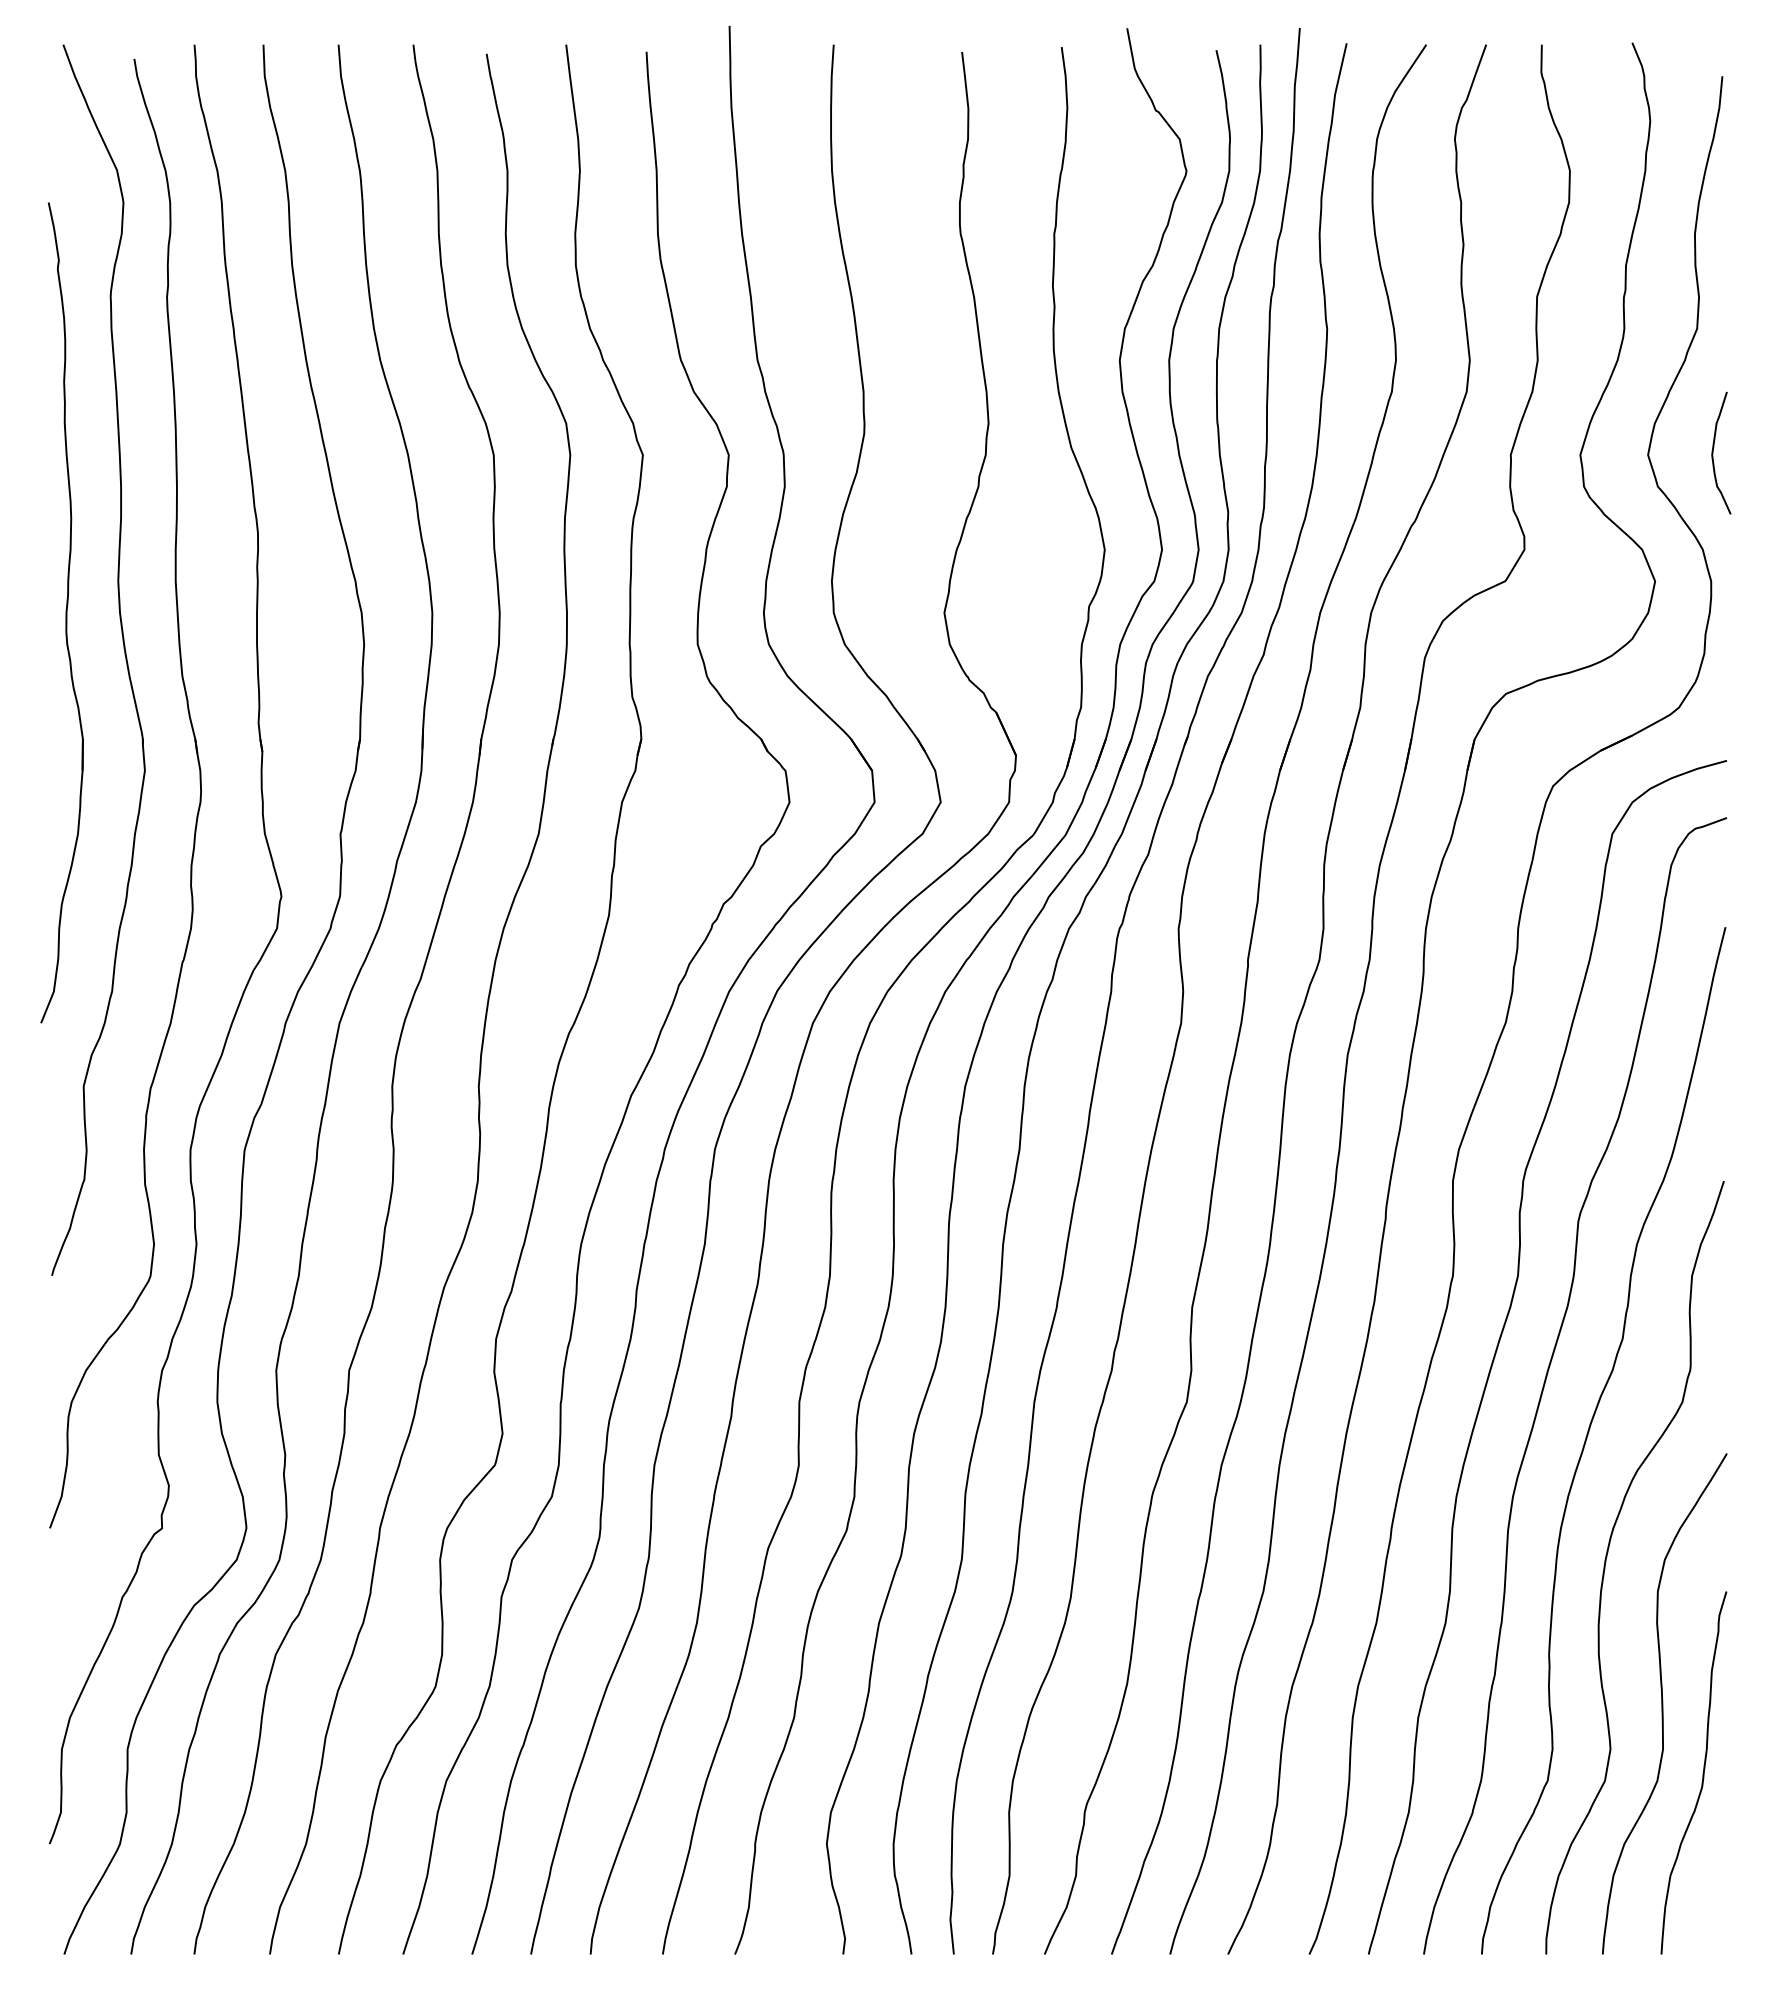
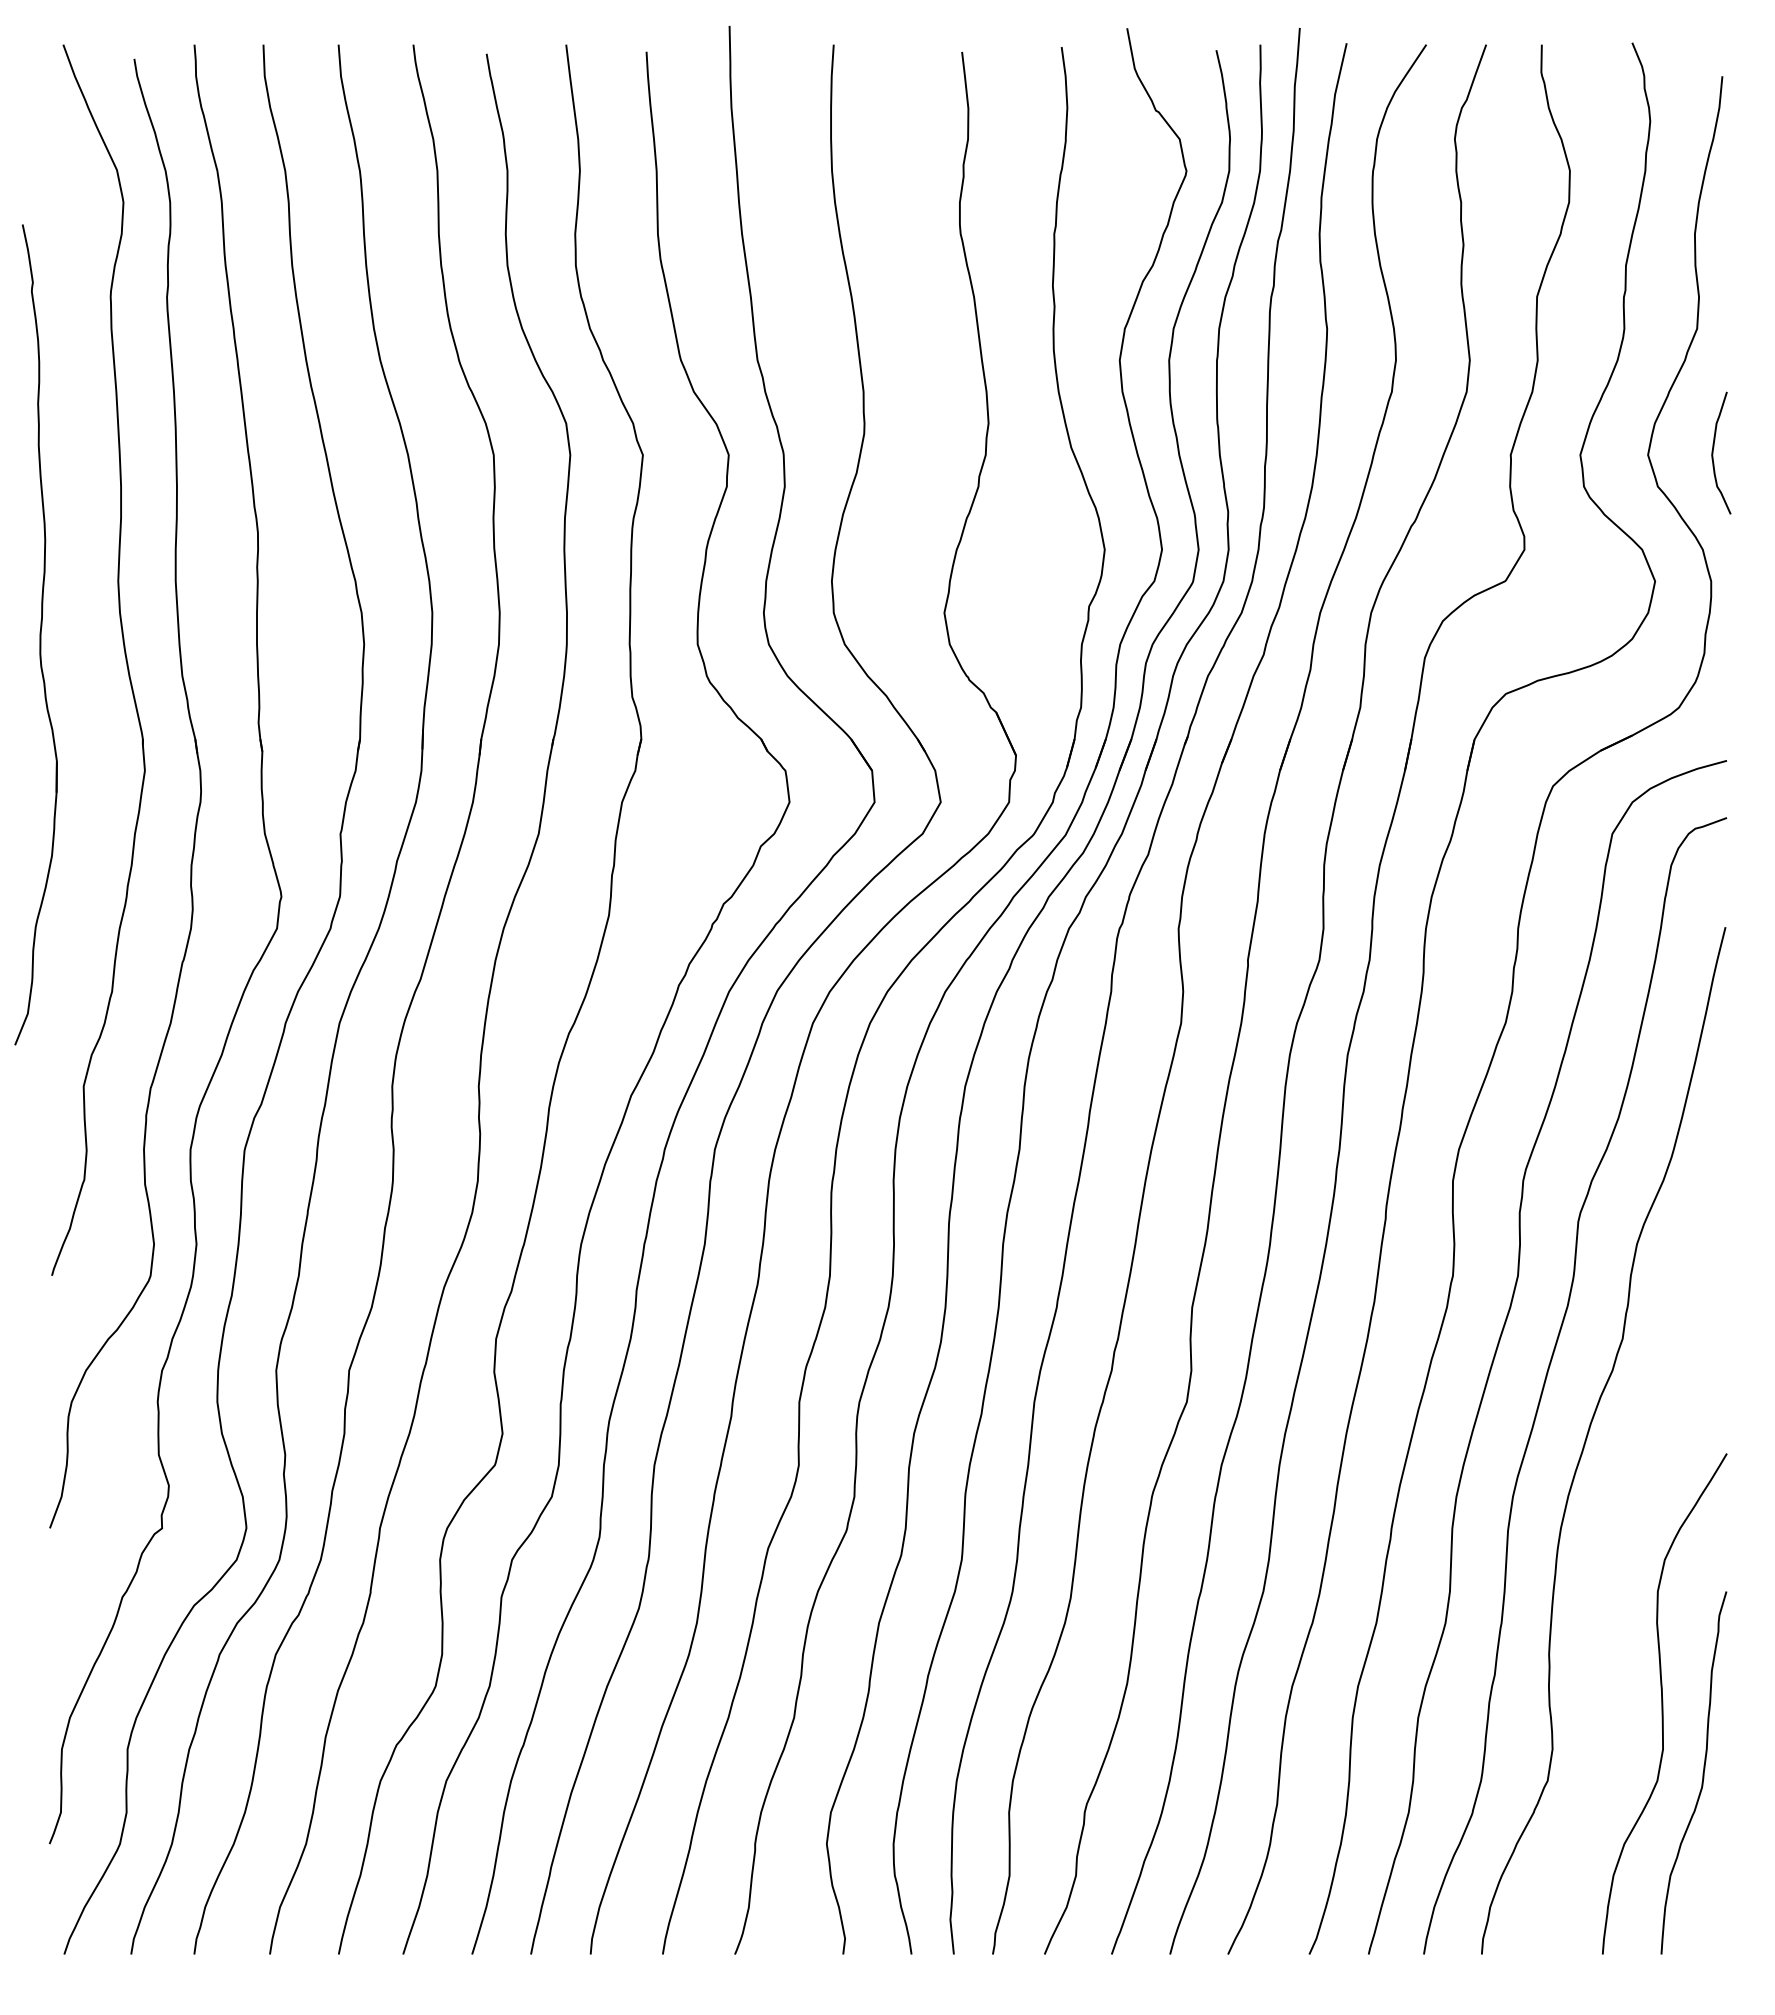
part at (61, 612) position: (61, 612) -> (35, 634)
curve at (1606, 1562): present -> none
